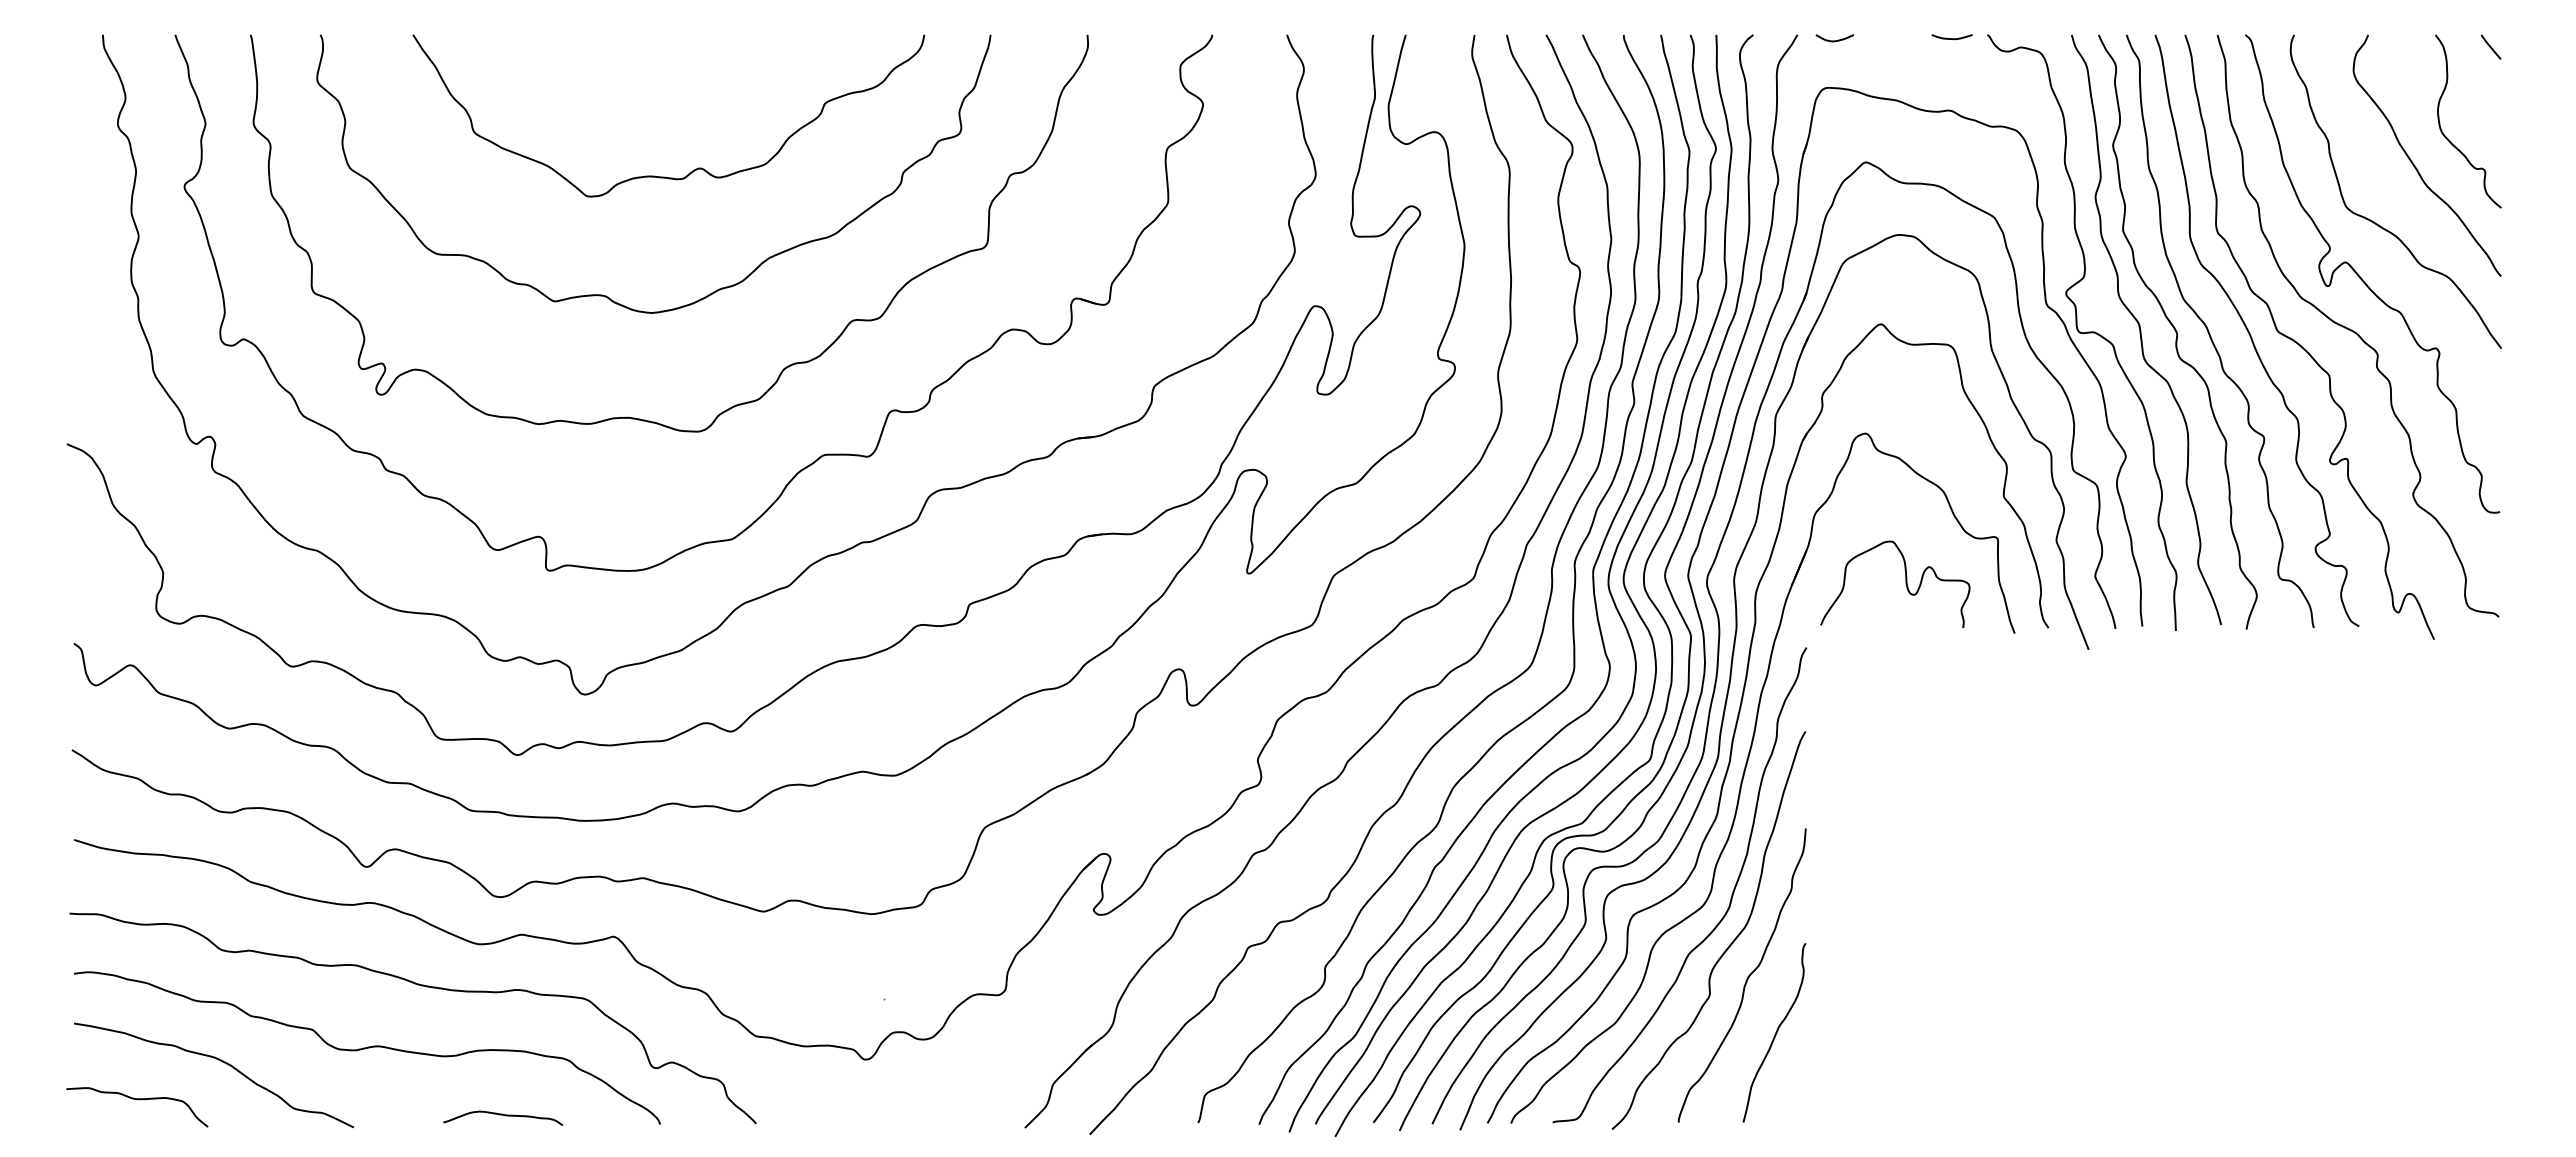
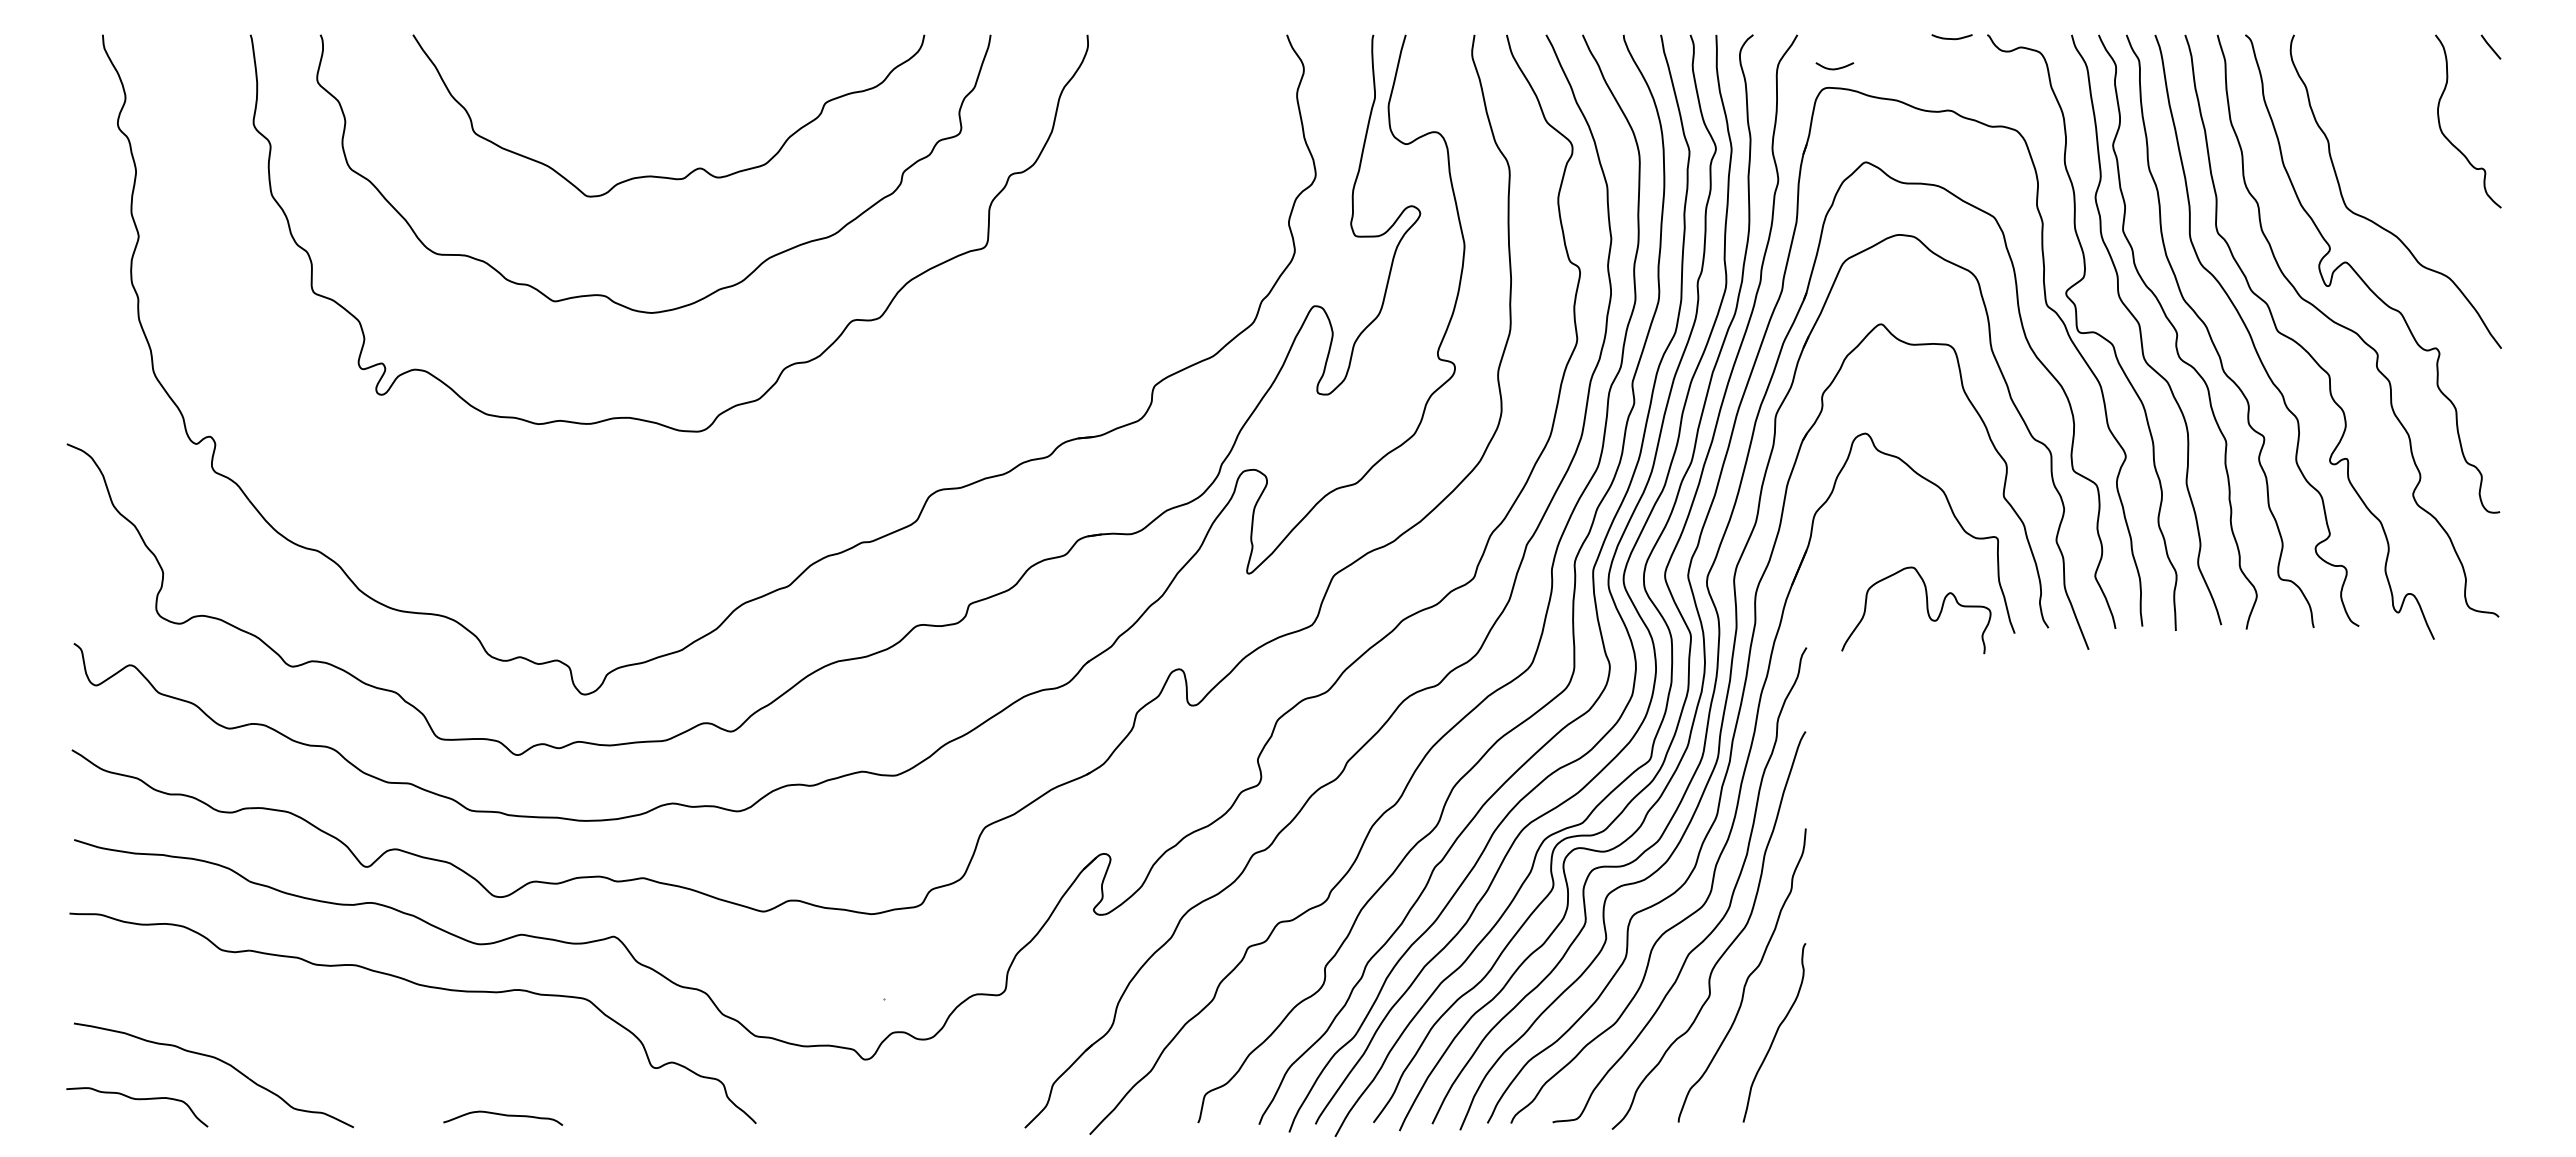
curve at (1834, 40) position: (1834, 40) -> (1834, 68)
curve at (2413, 162): present -> none
part at (802, 468): present -> none
curve at (1905, 584) position: (1905, 584) -> (1926, 610)
part at (367, 1047): present -> none
